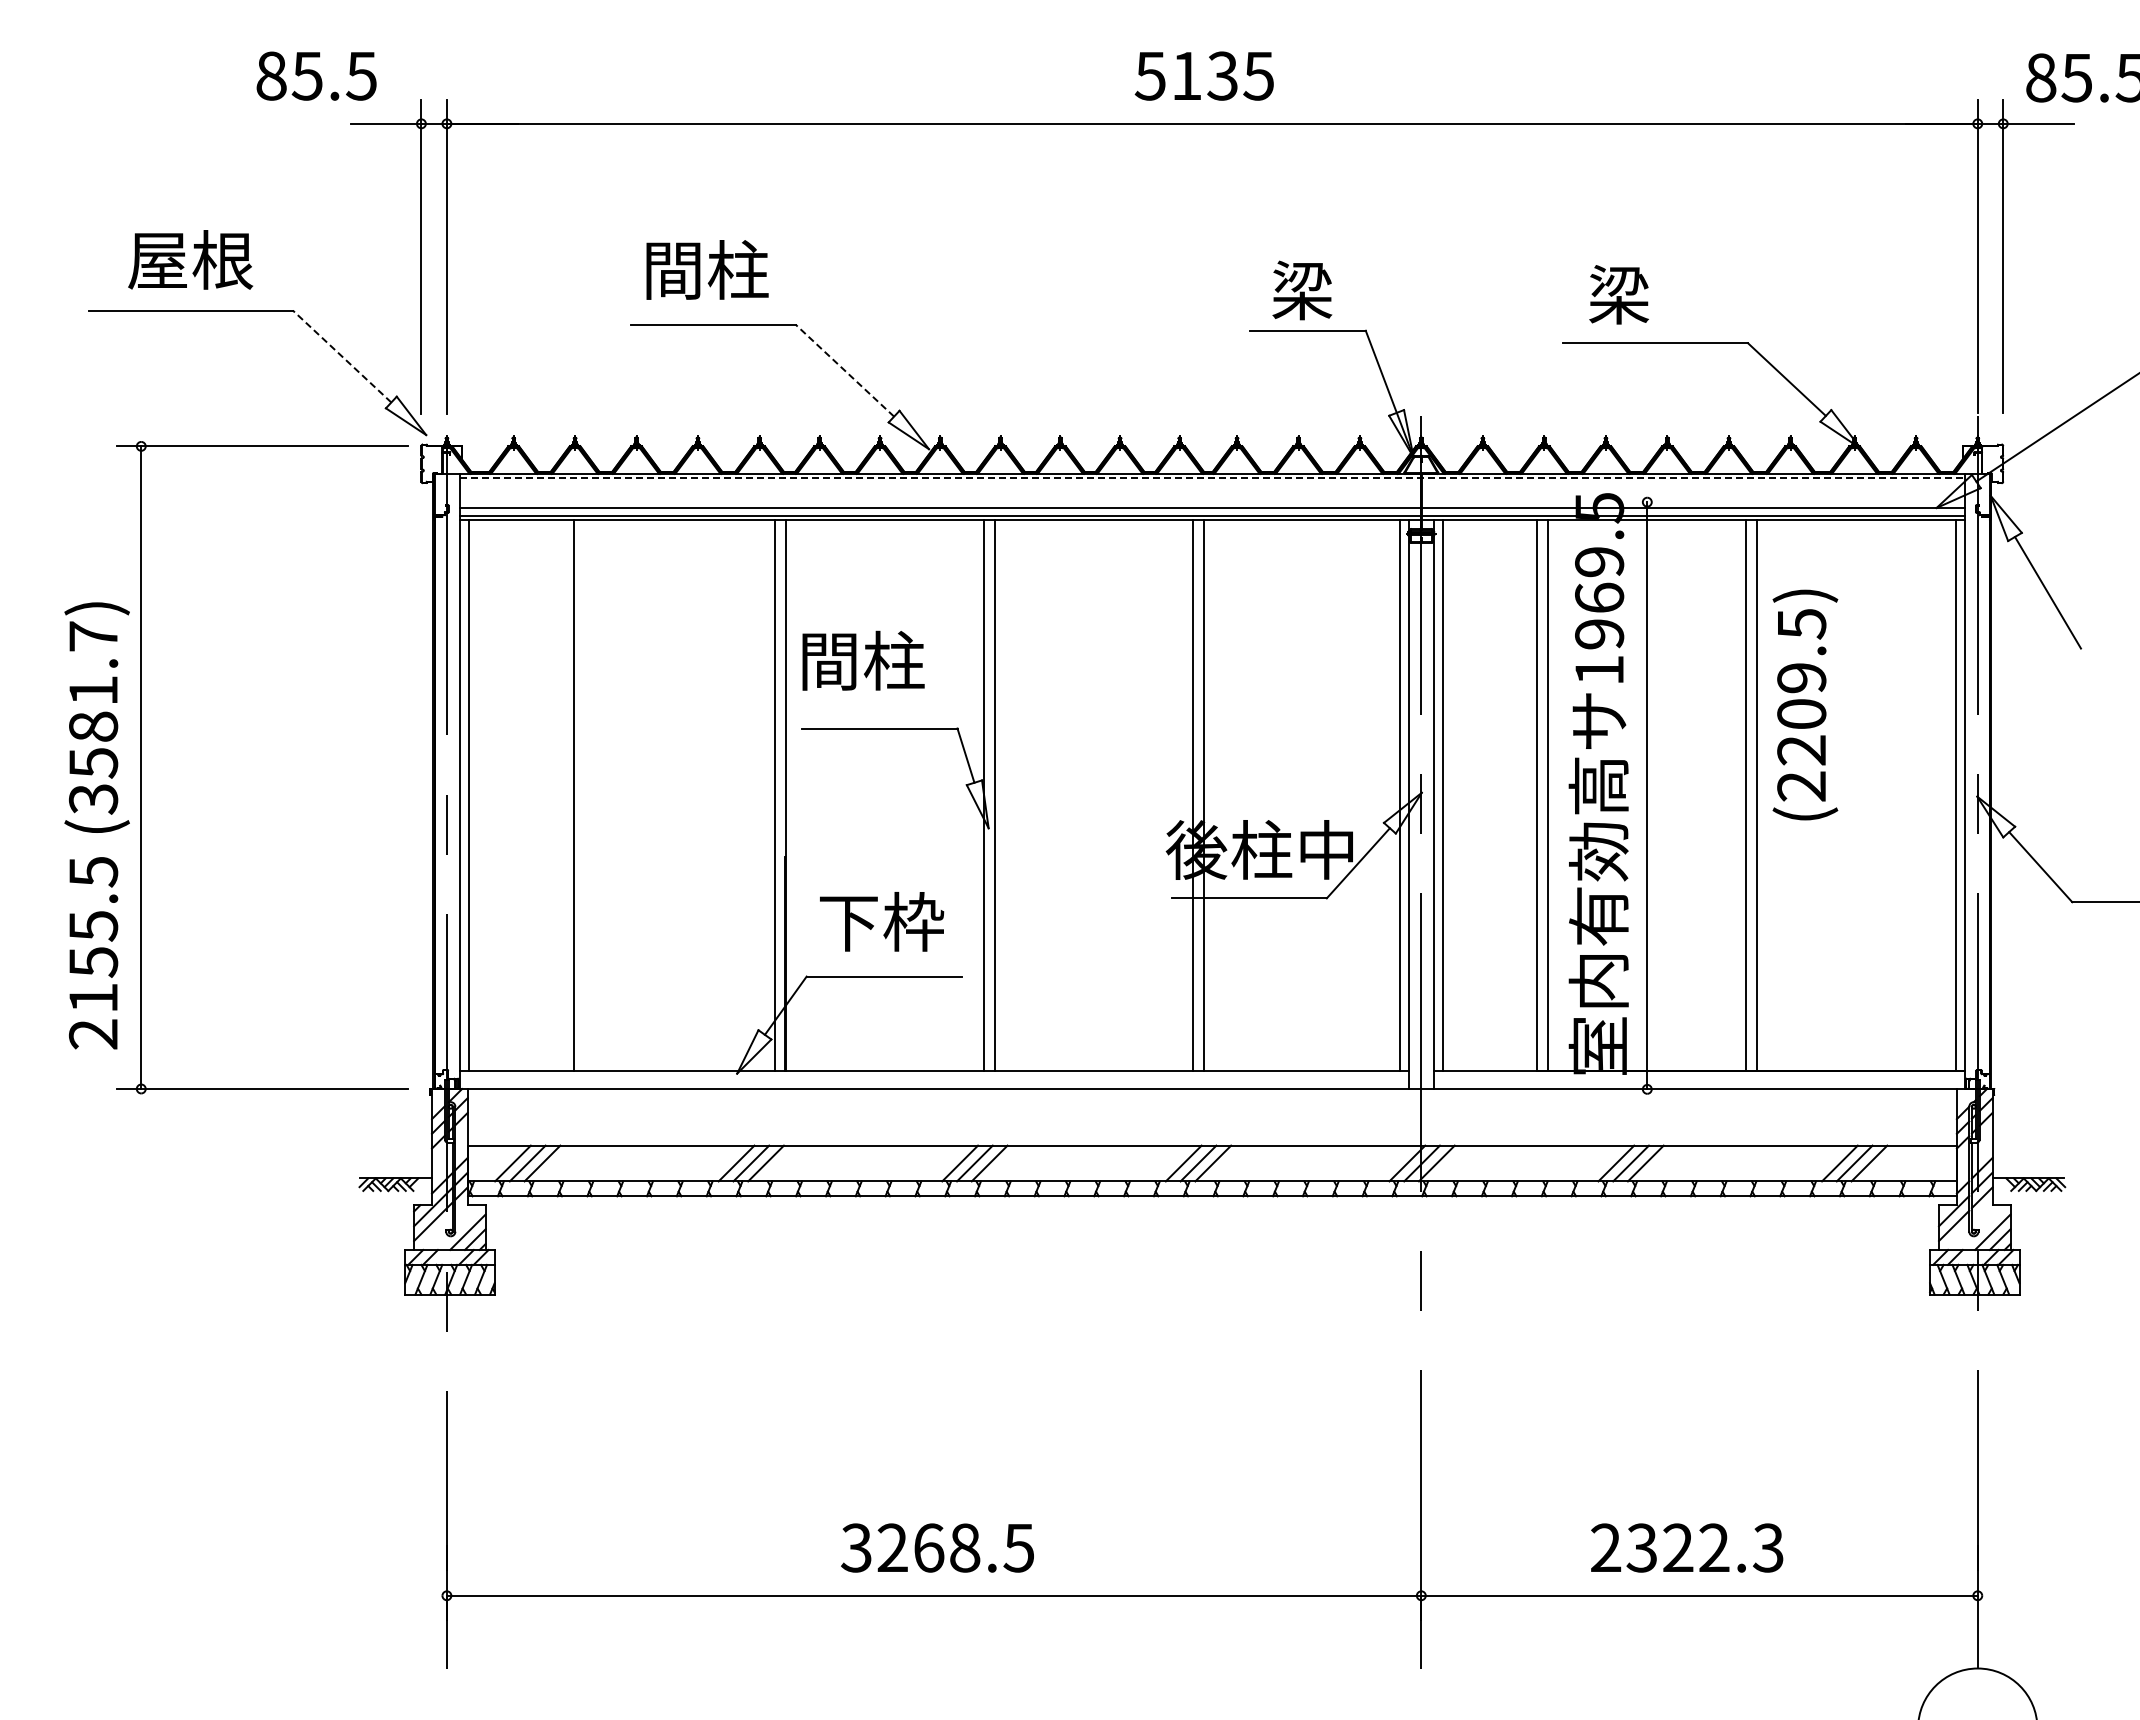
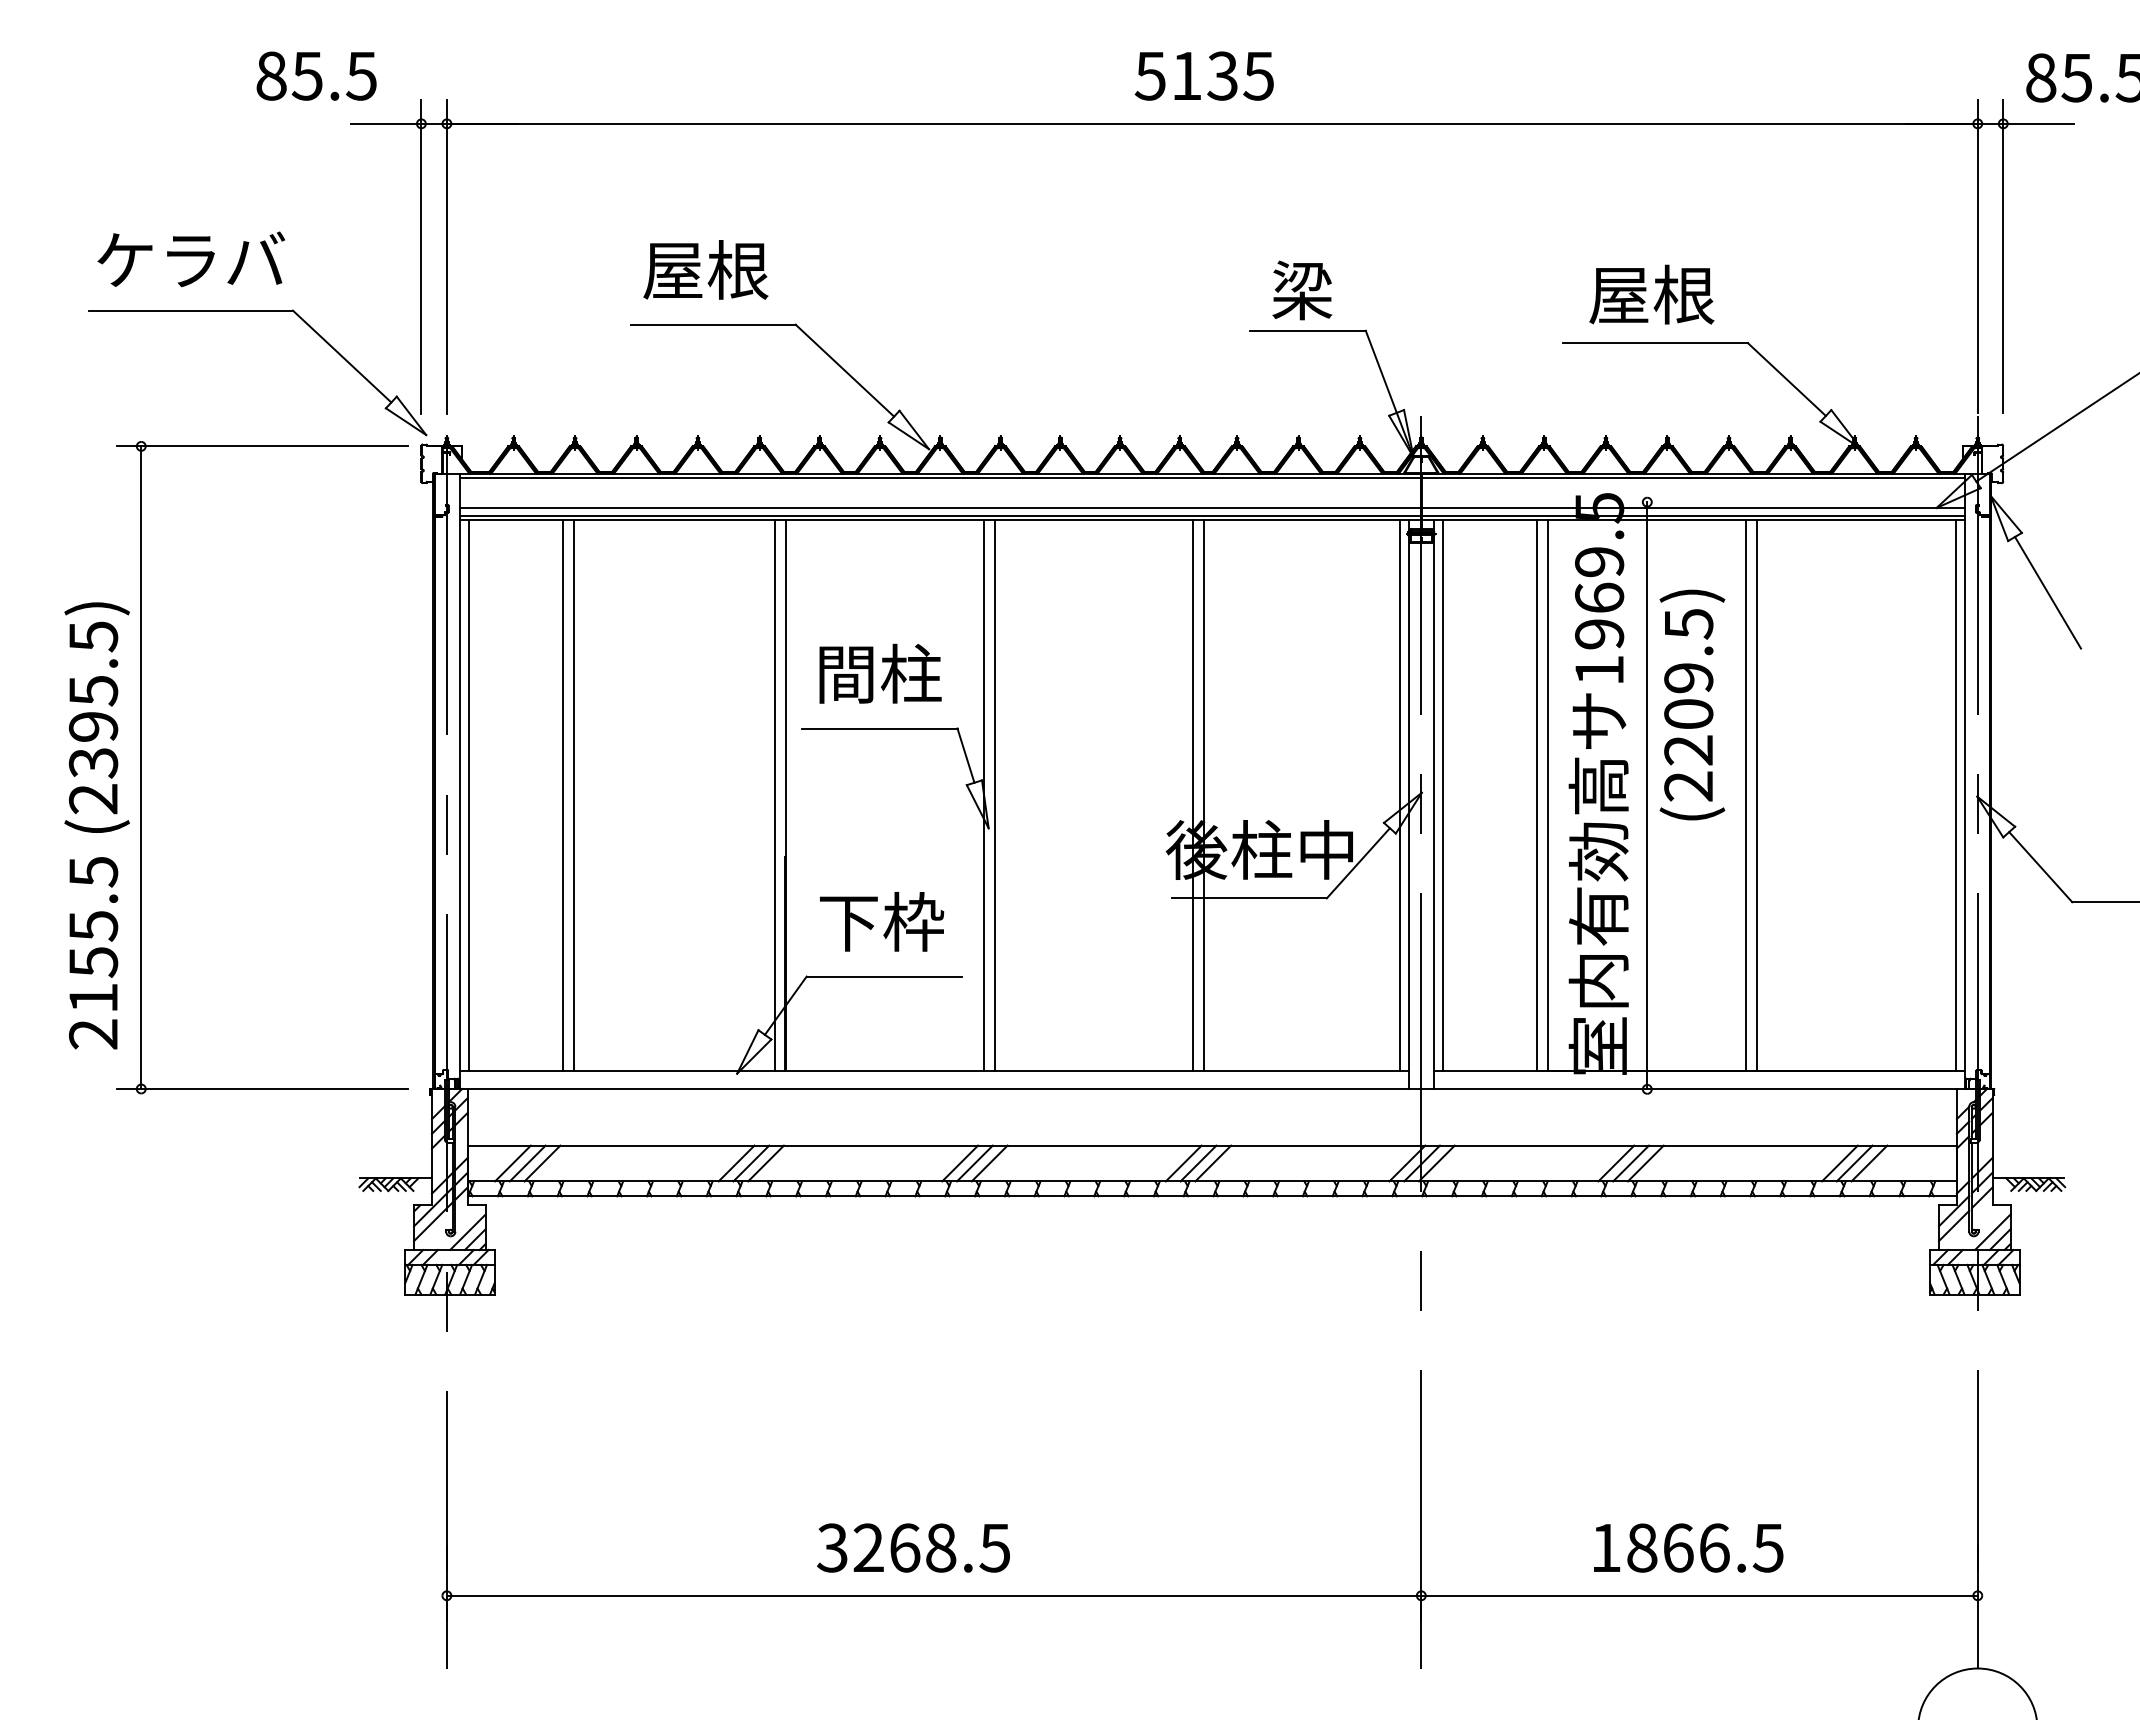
text at (191, 259): 屋根 -> ケラバ
text at (705, 269): 間柱 -> 屋根
text at (1651, 294): 梁 -> 屋根
line at (341, 356): dashed -> solid
line at (844, 370): dashed -> solid
line at (1212, 478): dashed -> solid
text at (863, 660) position: (863, 660) -> (880, 673)
text at (1805, 704) position: (1805, 704) -> (1692, 704)
text at (93, 717): (3581.7) -> (2395.5)
line at (562, 795): none -> present
text at (937, 1547) position: (937, 1547) -> (913, 1547)
text at (1687, 1547): 2322.3 -> 1866.5
